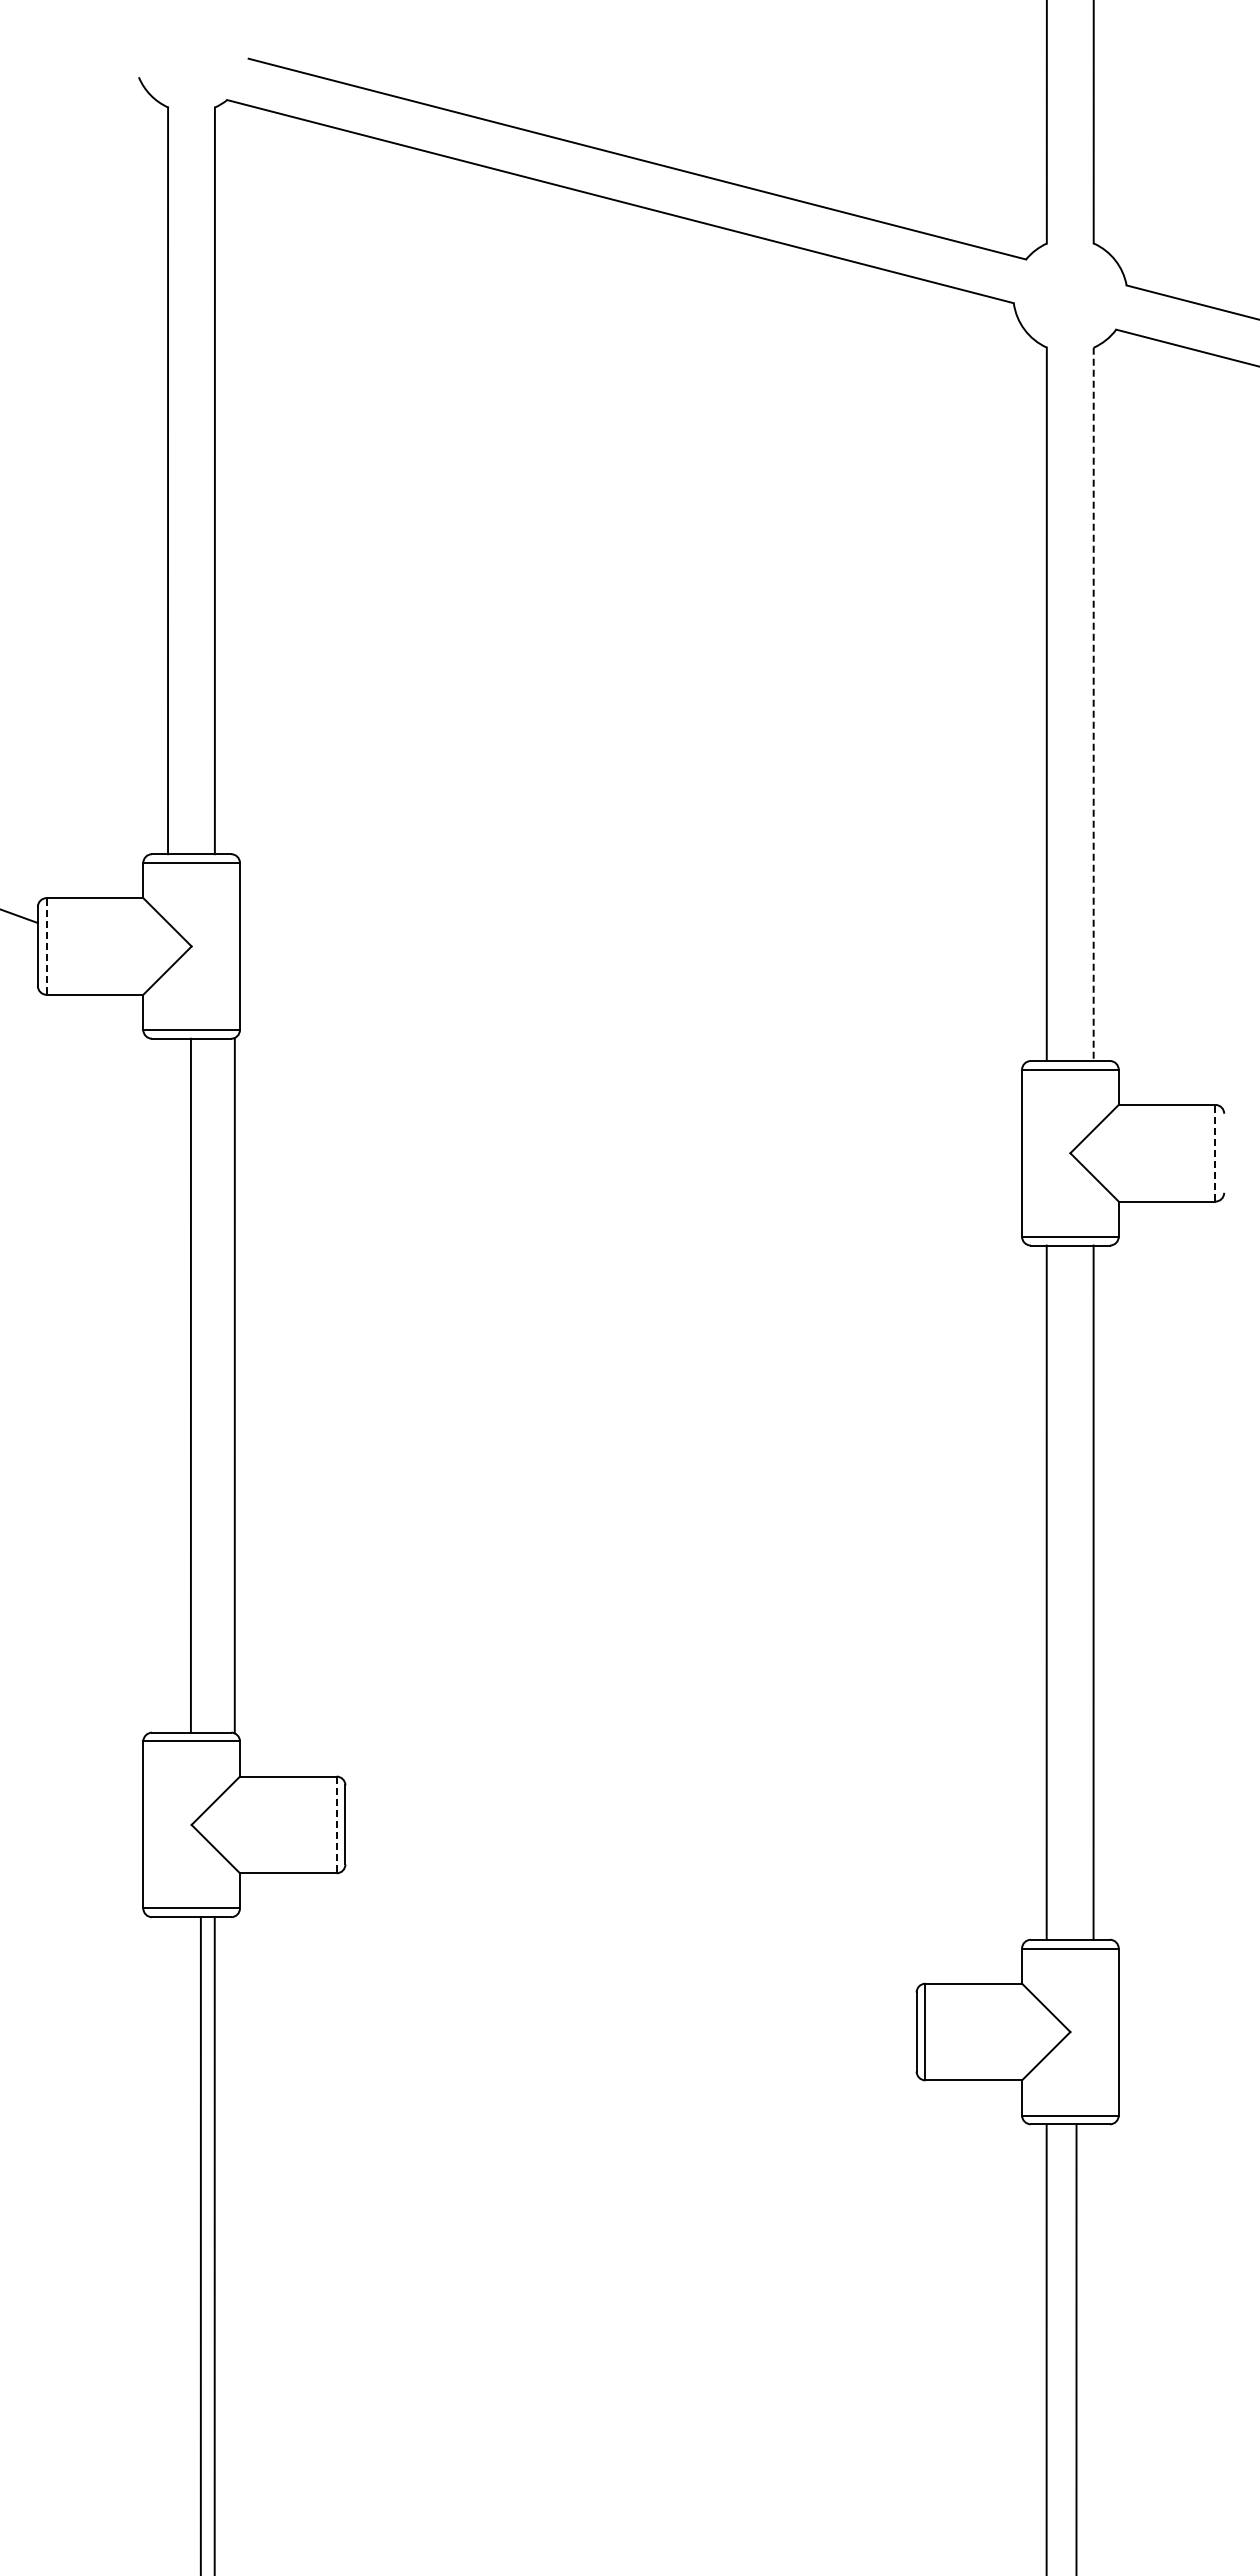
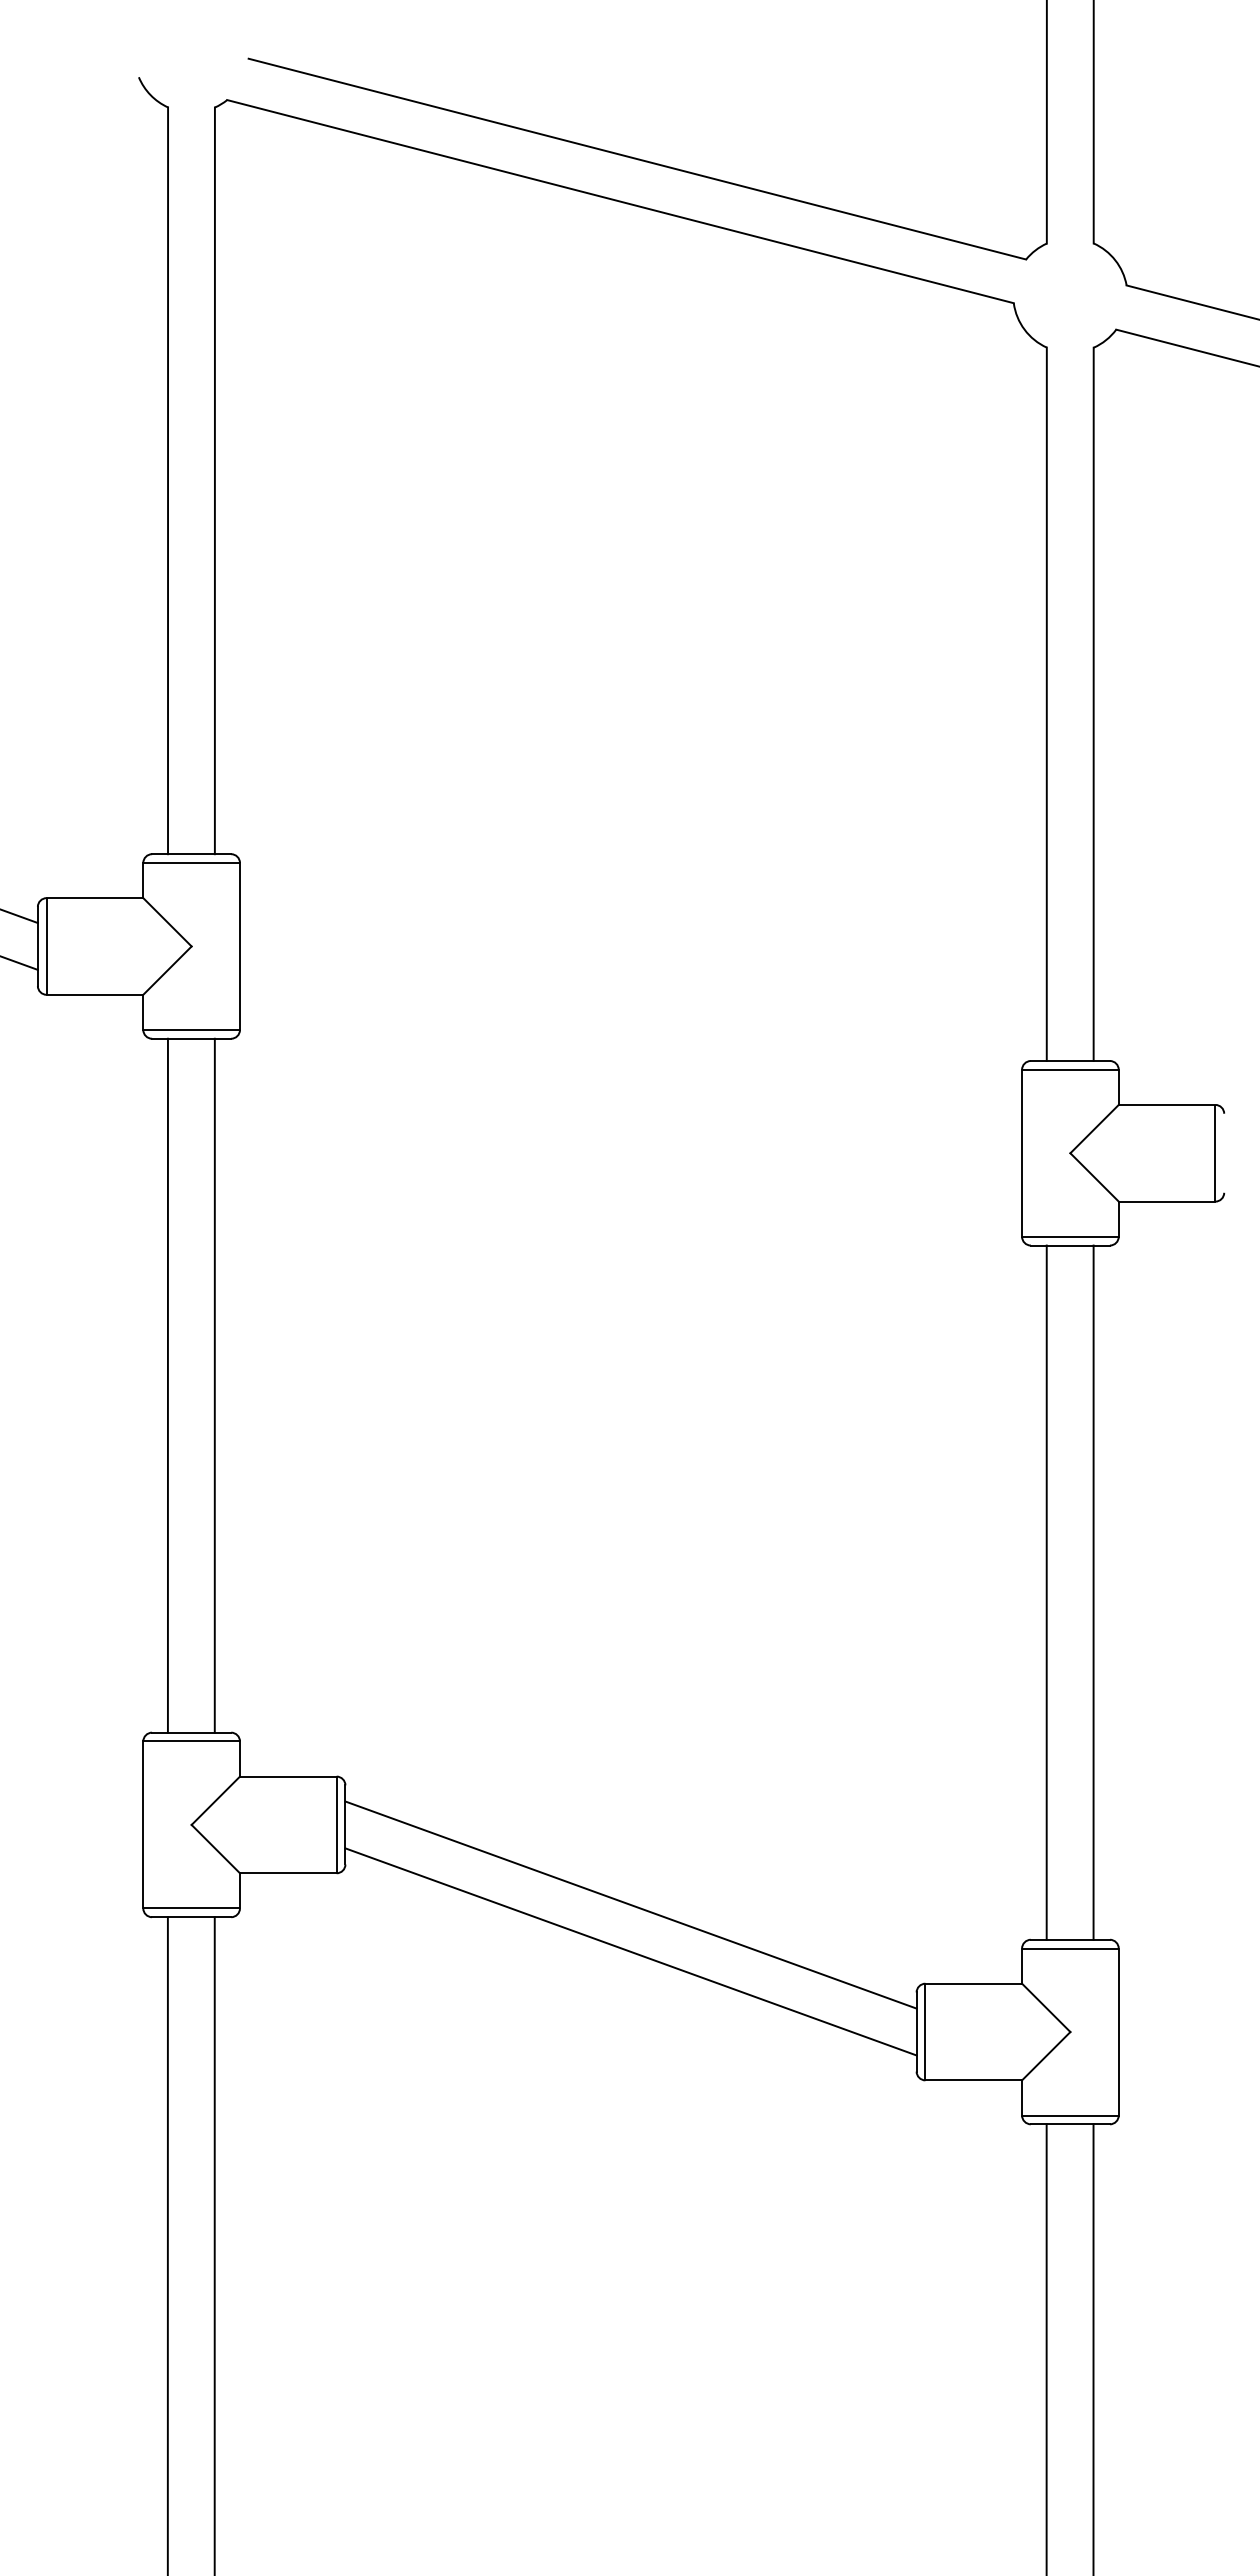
line at (1093, 704): dashed -> solid
line at (46, 946): dashed -> solid
line at (19, 962): none -> present
line at (1215, 1153): dashed -> solid
line at (190, 1385) position: (190, 1385) -> (167, 1385)
line at (234, 1385) position: (234, 1385) -> (214, 1385)
line at (336, 1824): dashed -> solid
line at (630, 1904): none -> present
line at (630, 1951): none -> present
line at (200, 2244) position: (200, 2244) -> (167, 2244)
line at (1076, 2348) position: (1076, 2348) -> (1093, 2348)
